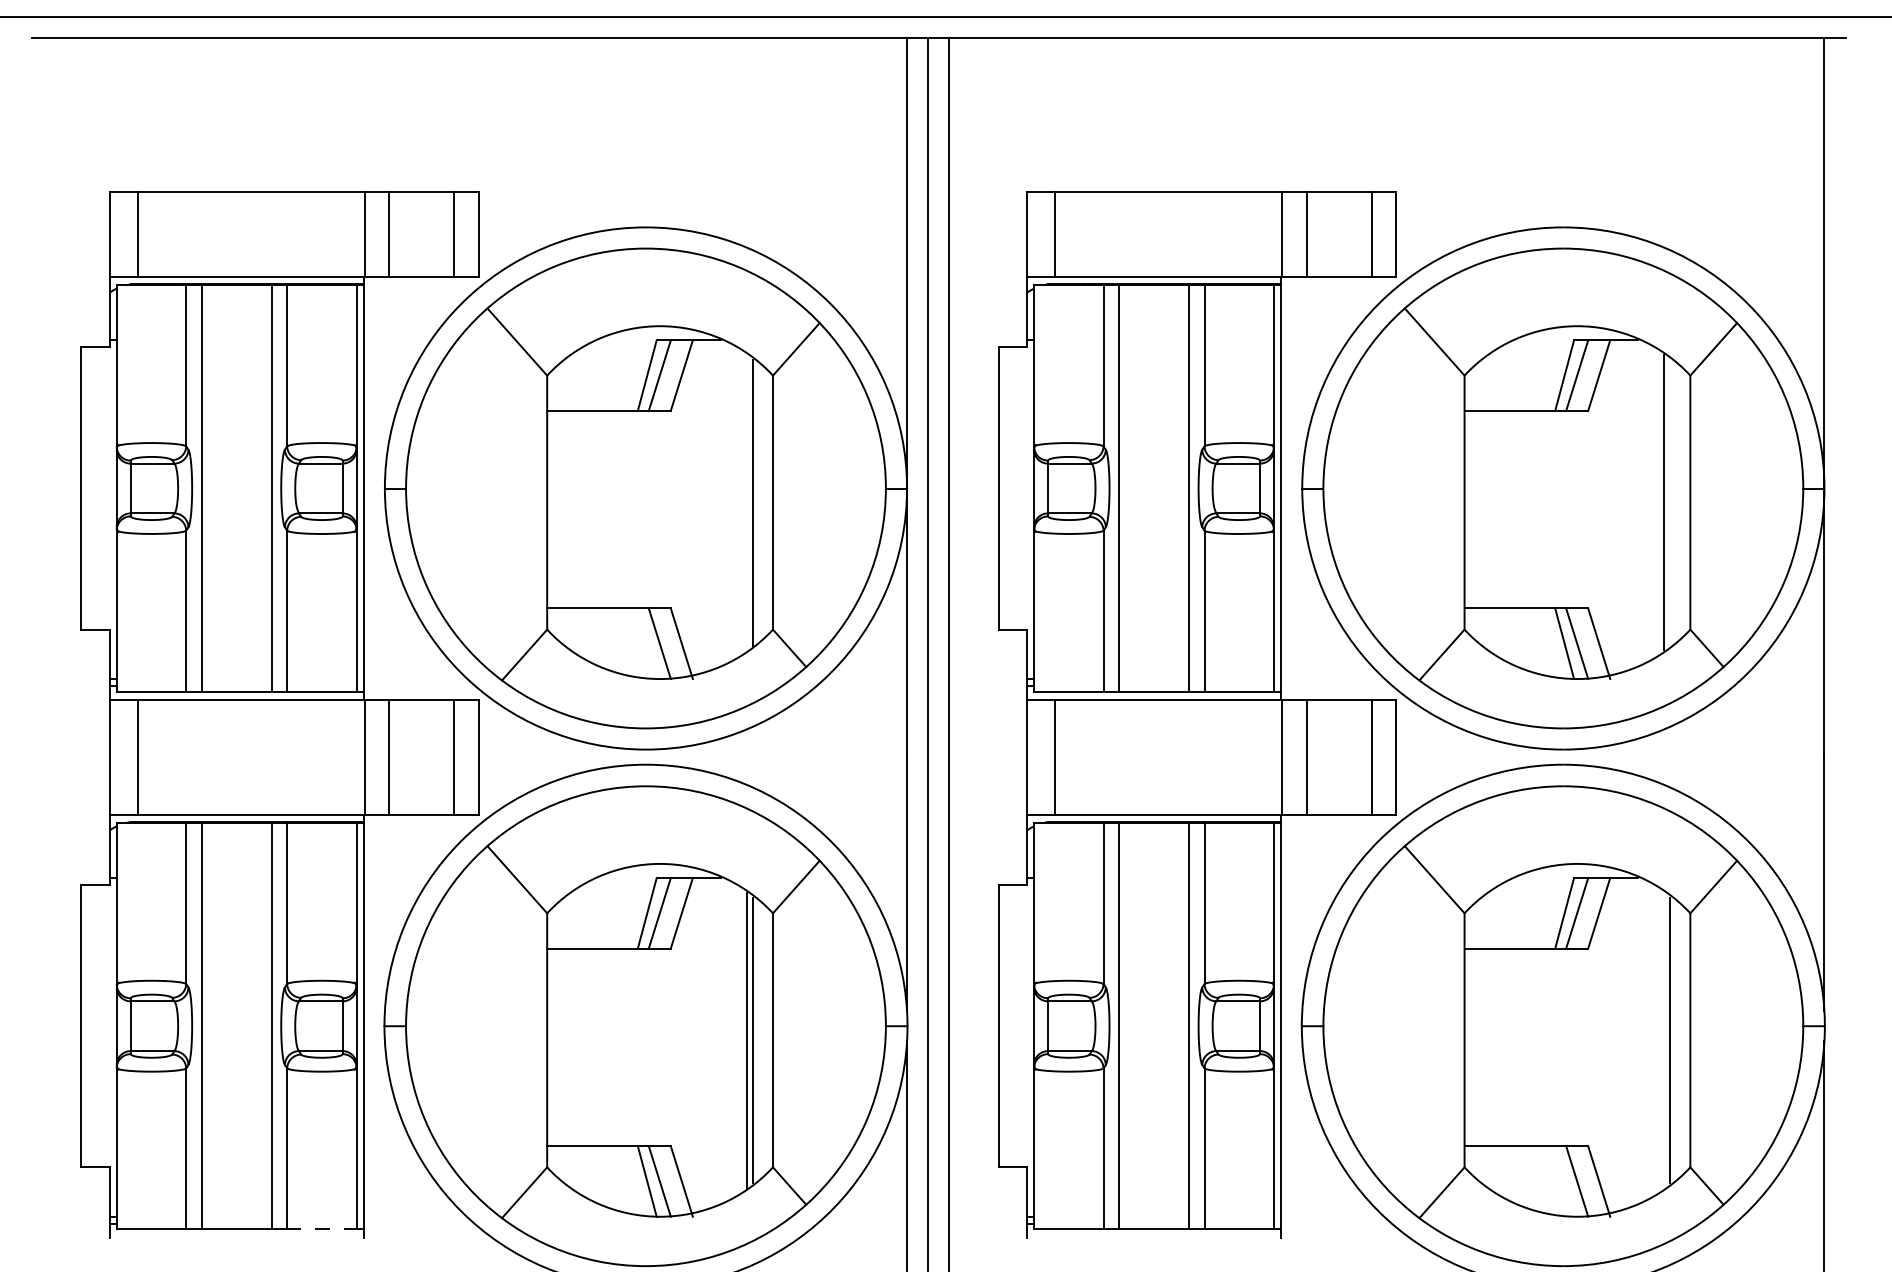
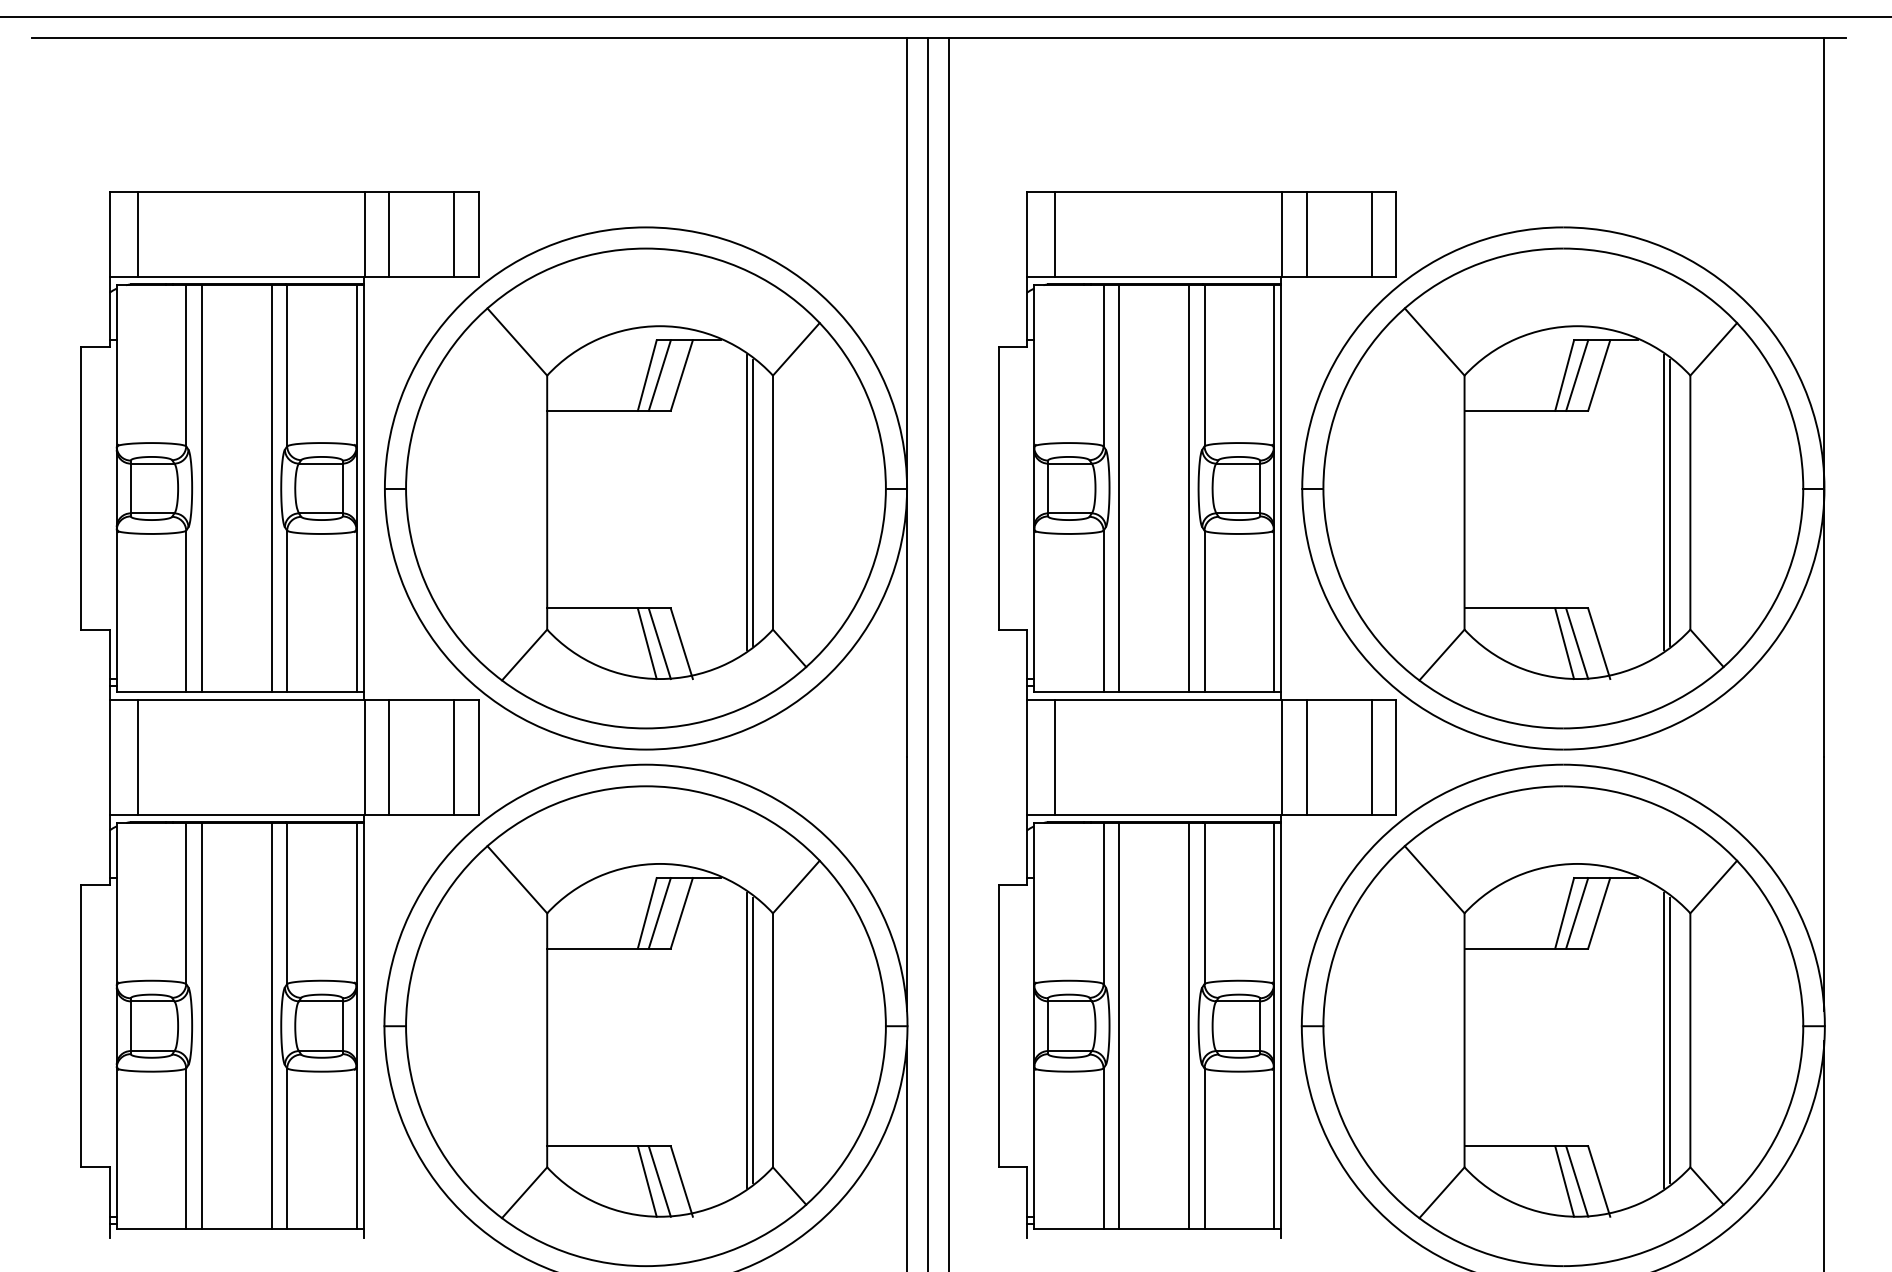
line at (746, 502): none -> present
line at (1670, 502): none -> present
line at (646, 643): none -> present
line at (1664, 1040): none -> present
line at (1564, 1181): none -> present
line at (321, 1229): dashed -> solid
